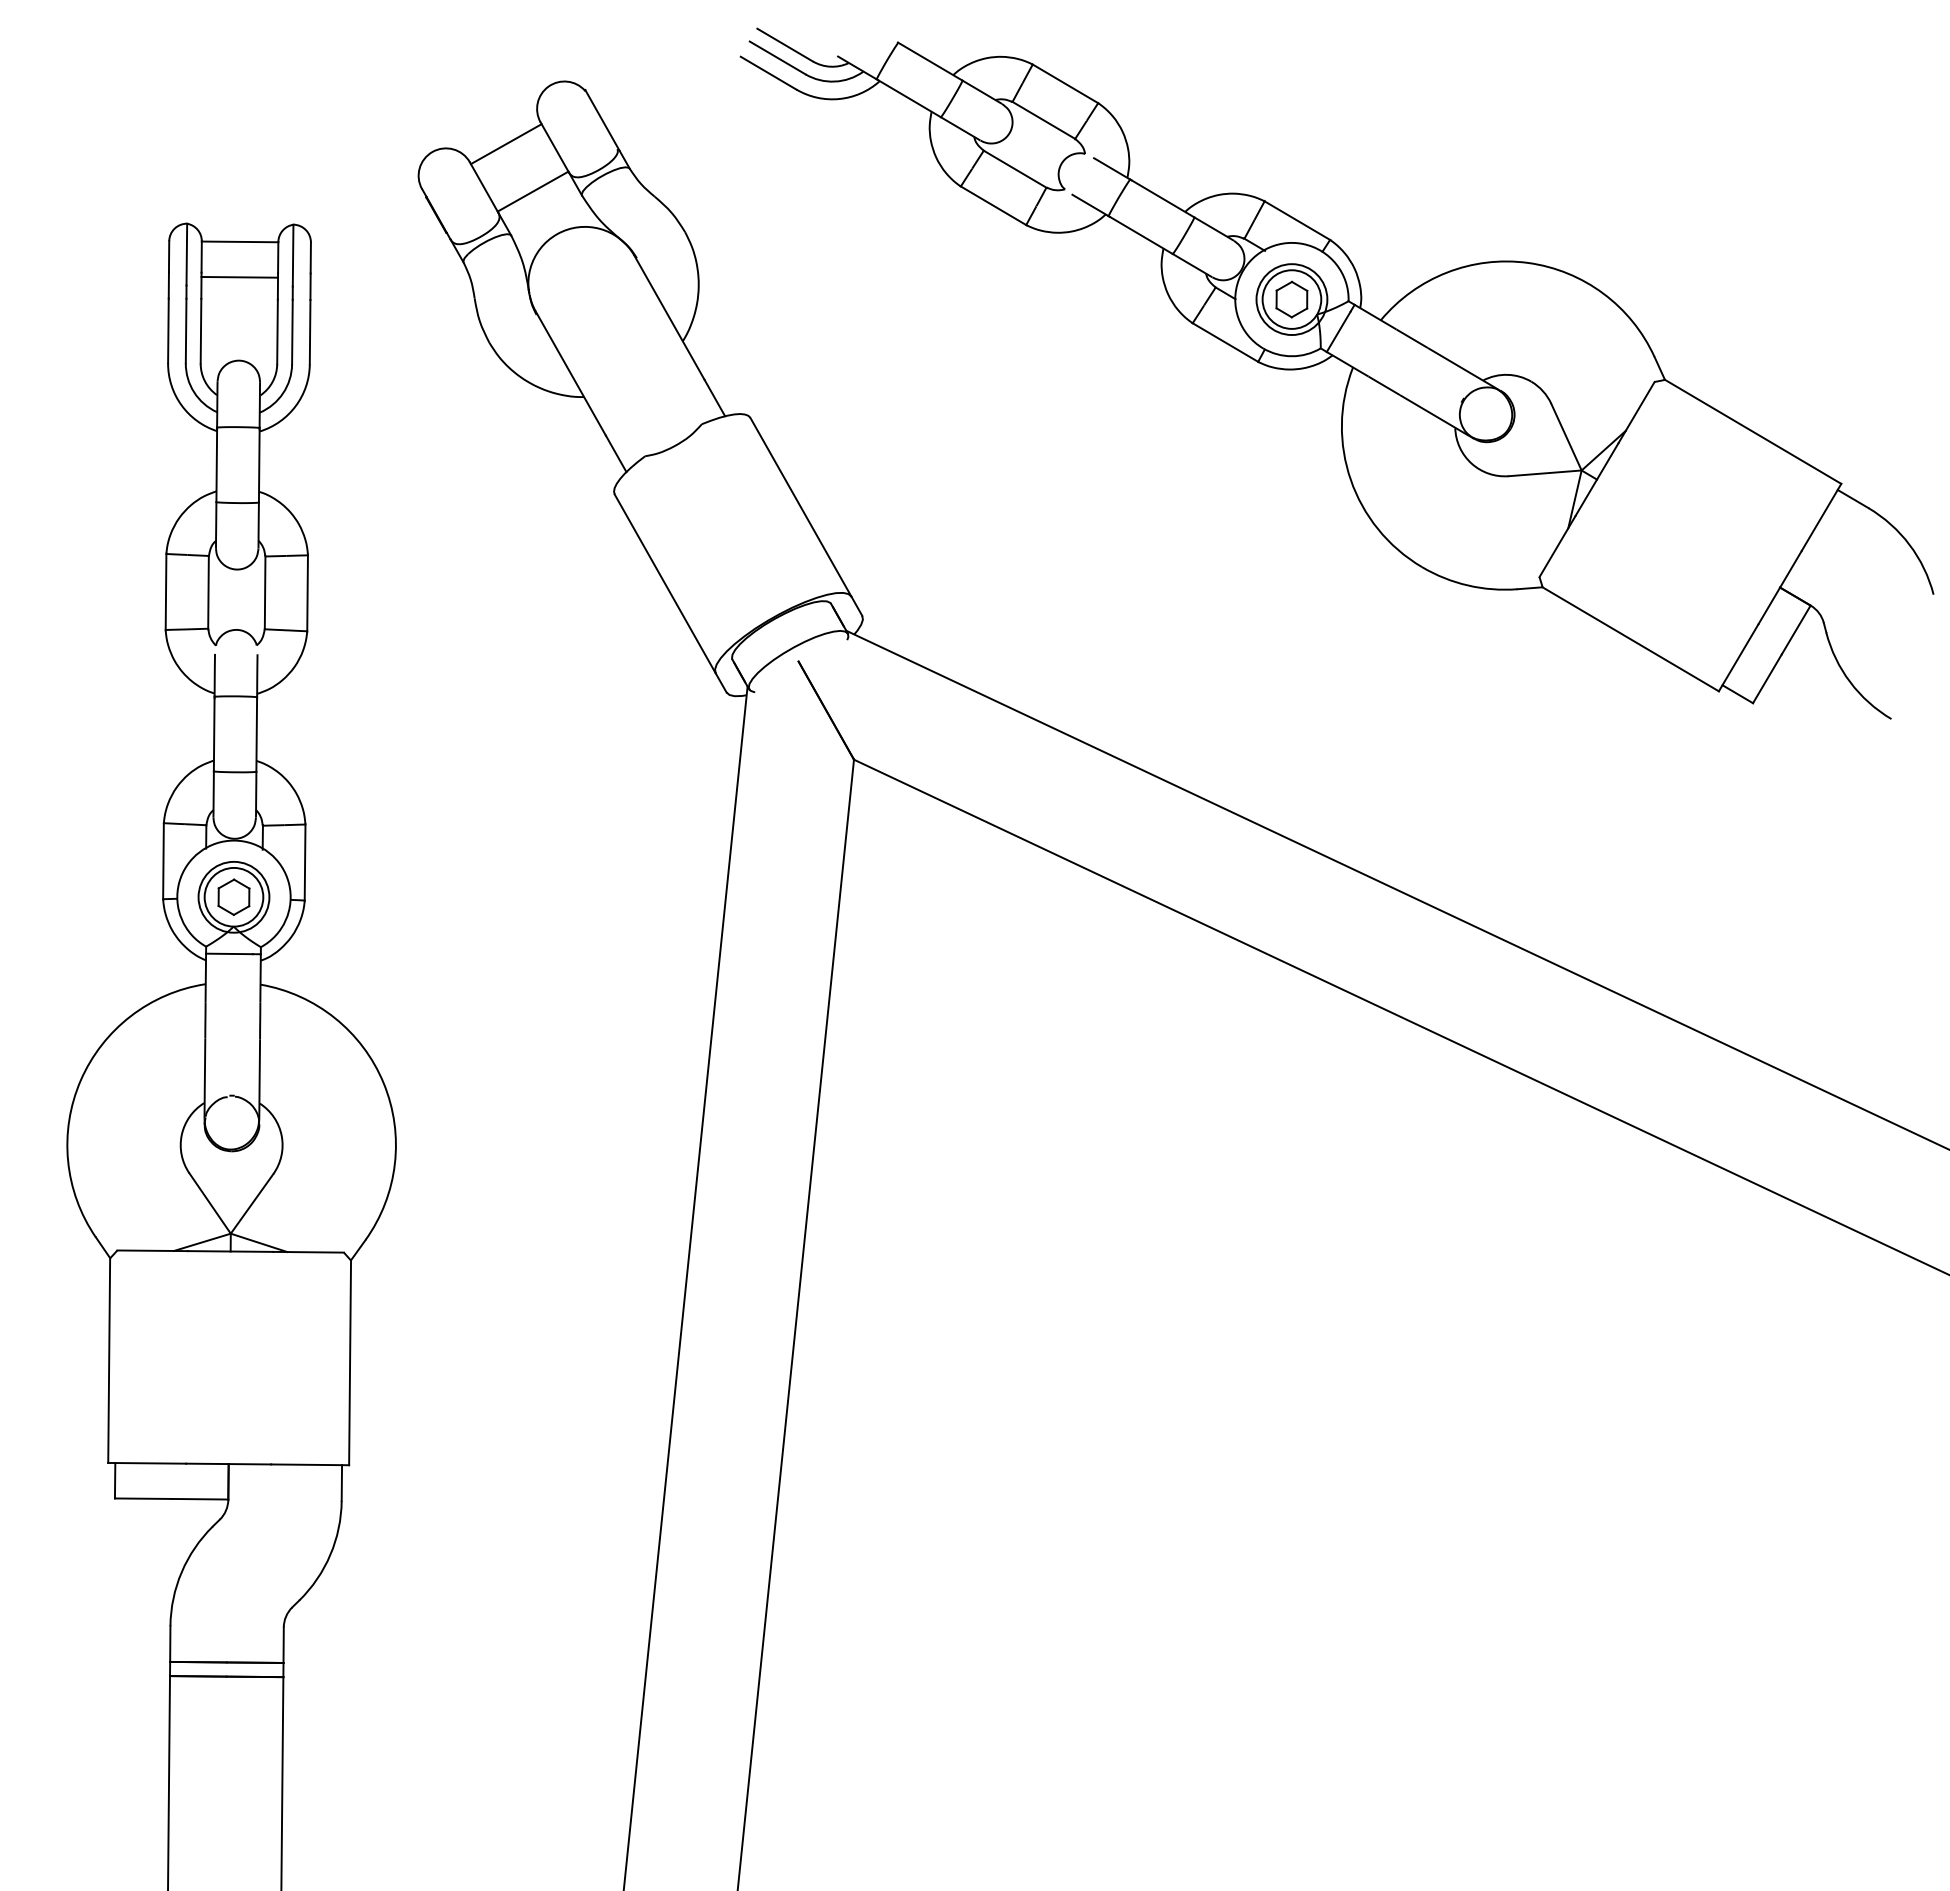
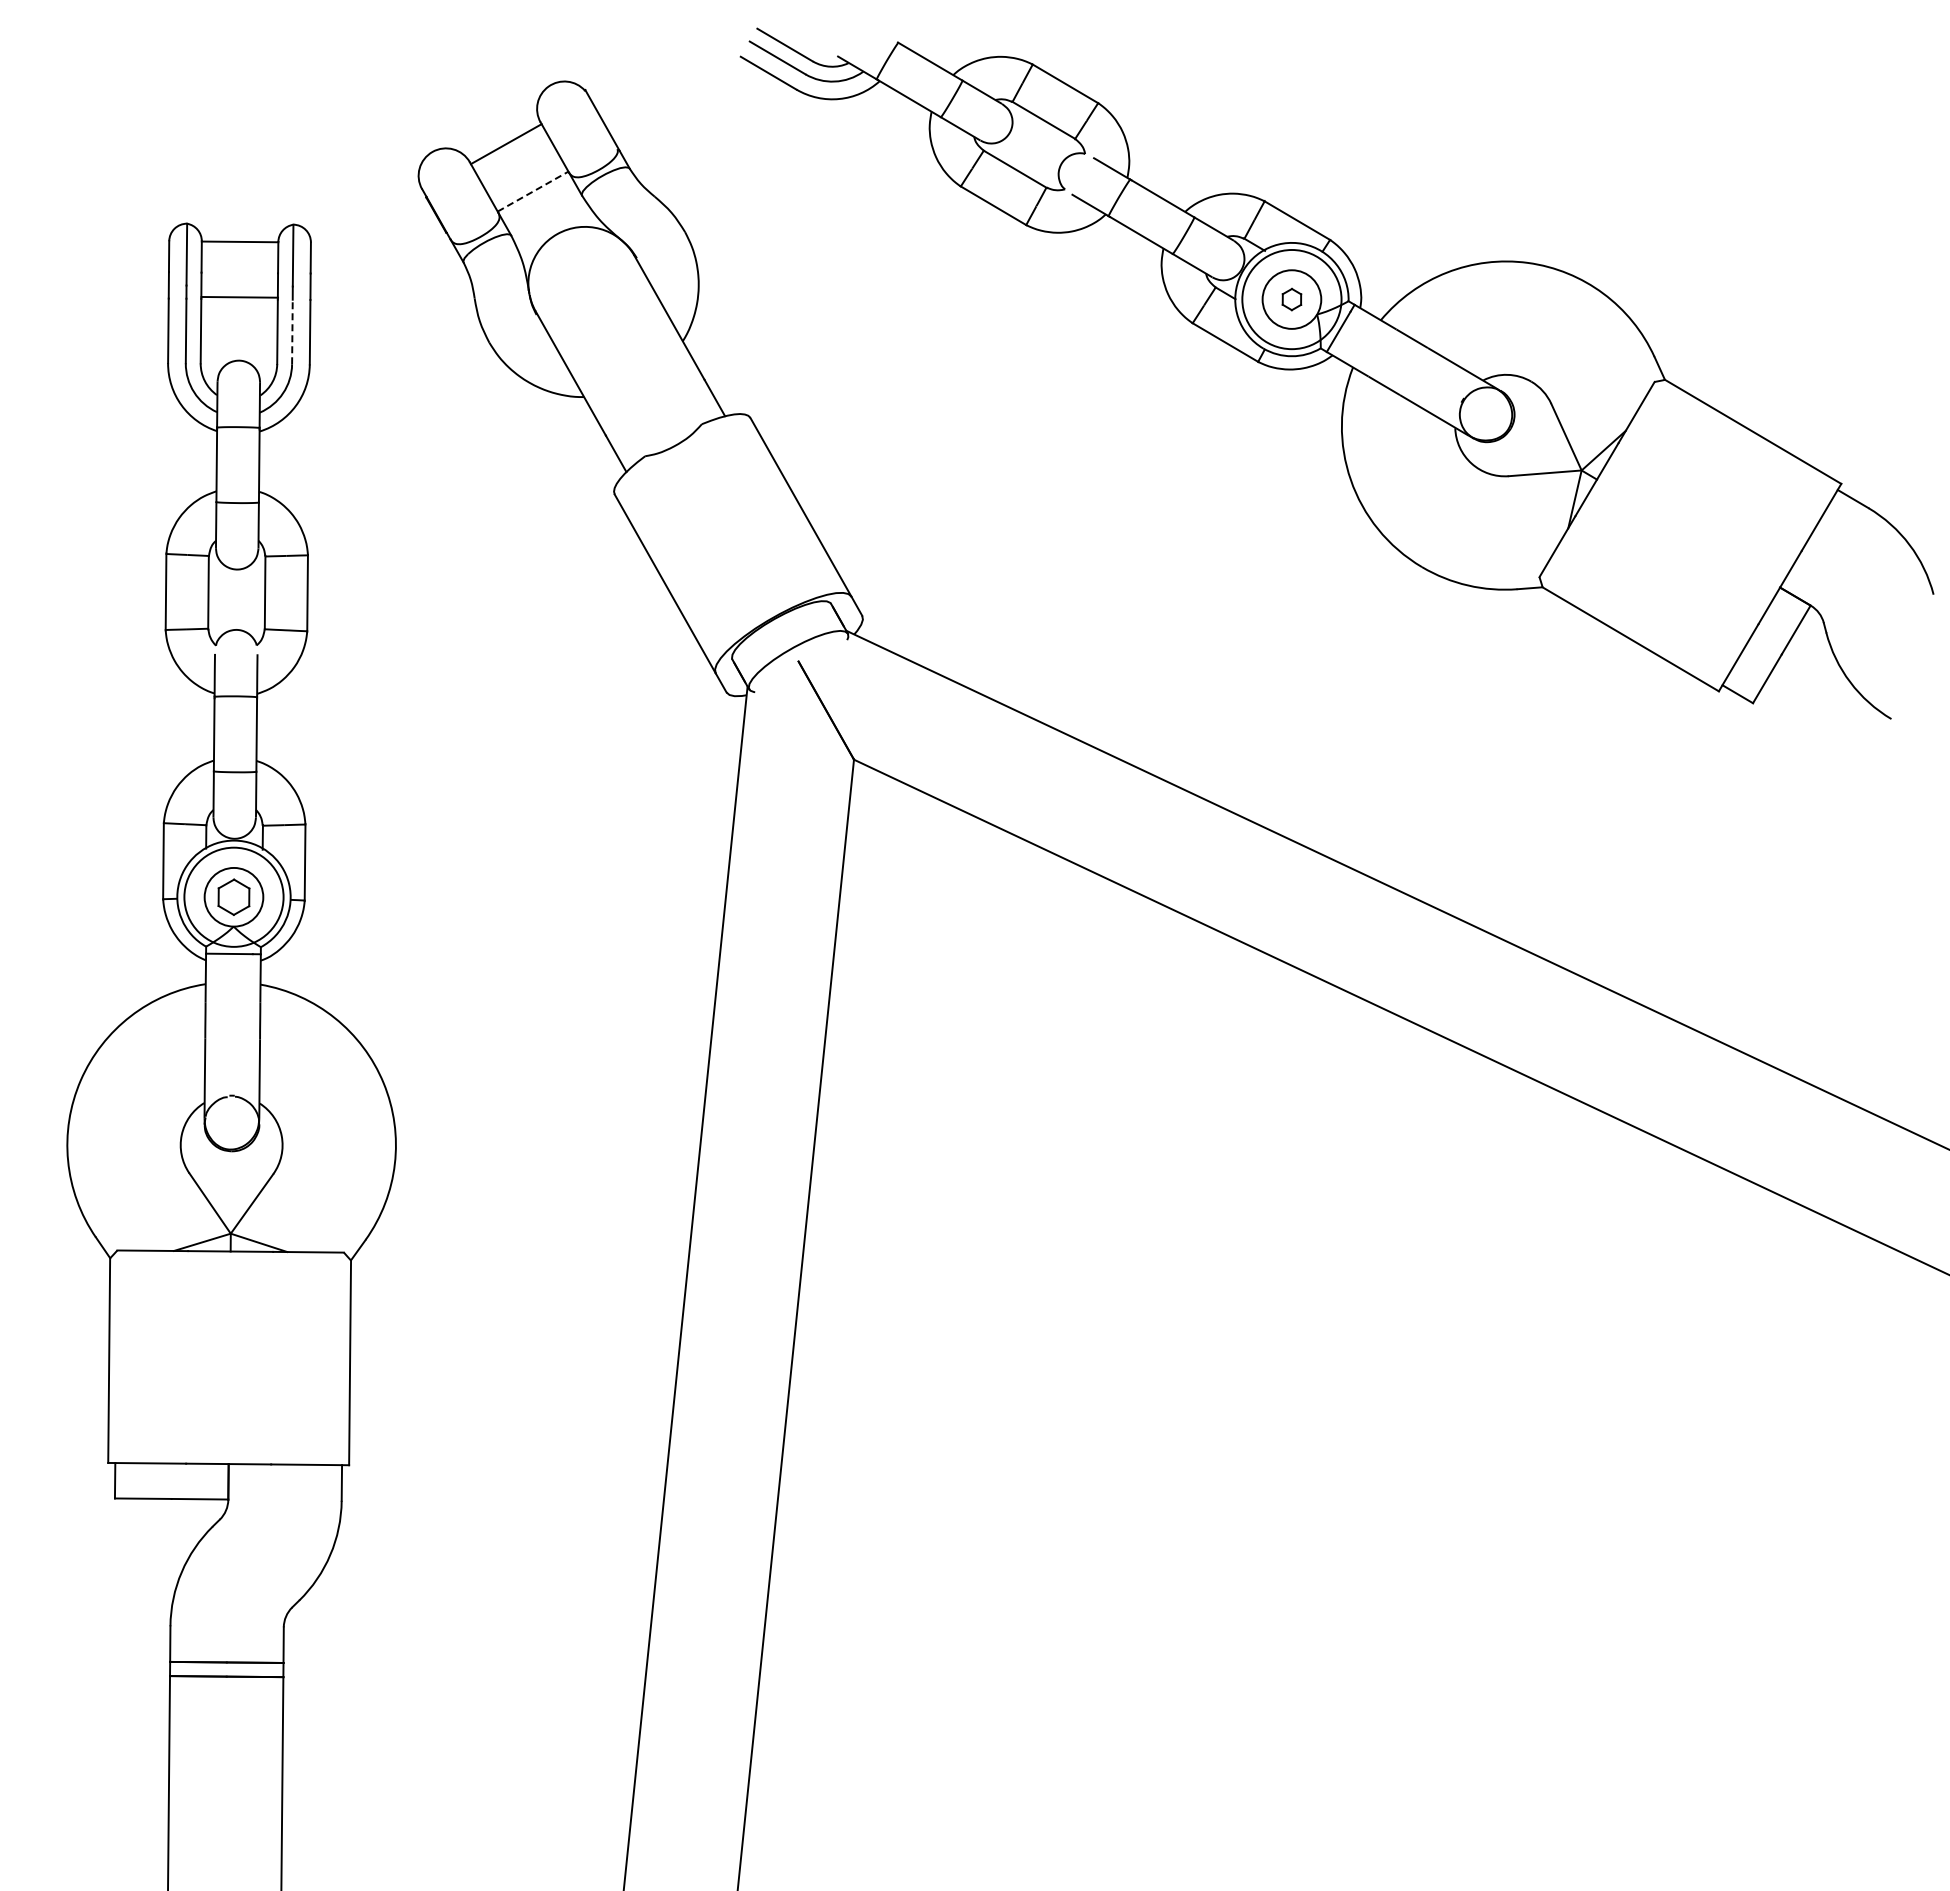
line at (533, 191): solid -> dashed
line at (239, 276) position: (239, 276) -> (239, 296)
circle at (1291, 299) diameter: 71 px -> 99 px
part at (1291, 299) size: 34x39 px -> 22x25 px
line at (292, 331): solid -> dashed
circle at (233, 896) diameter: 71 px -> 99 px
